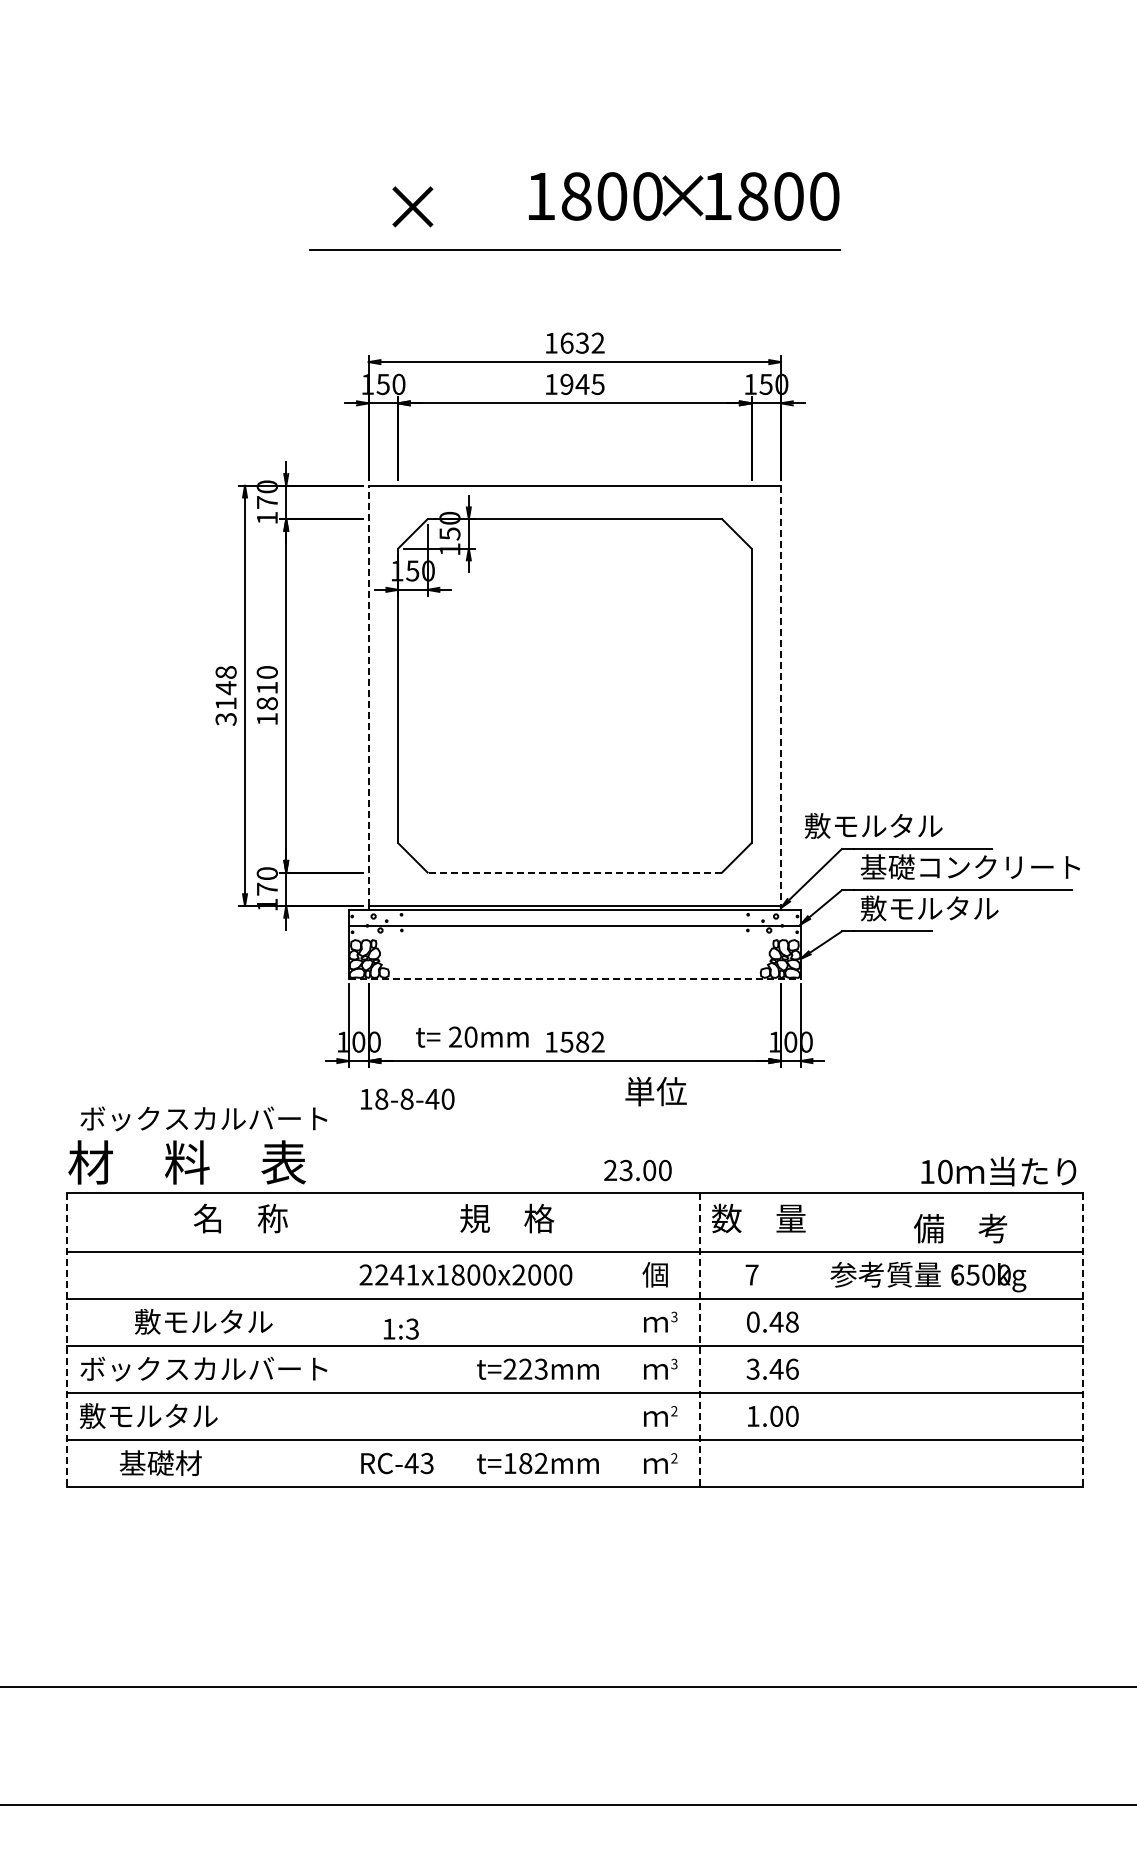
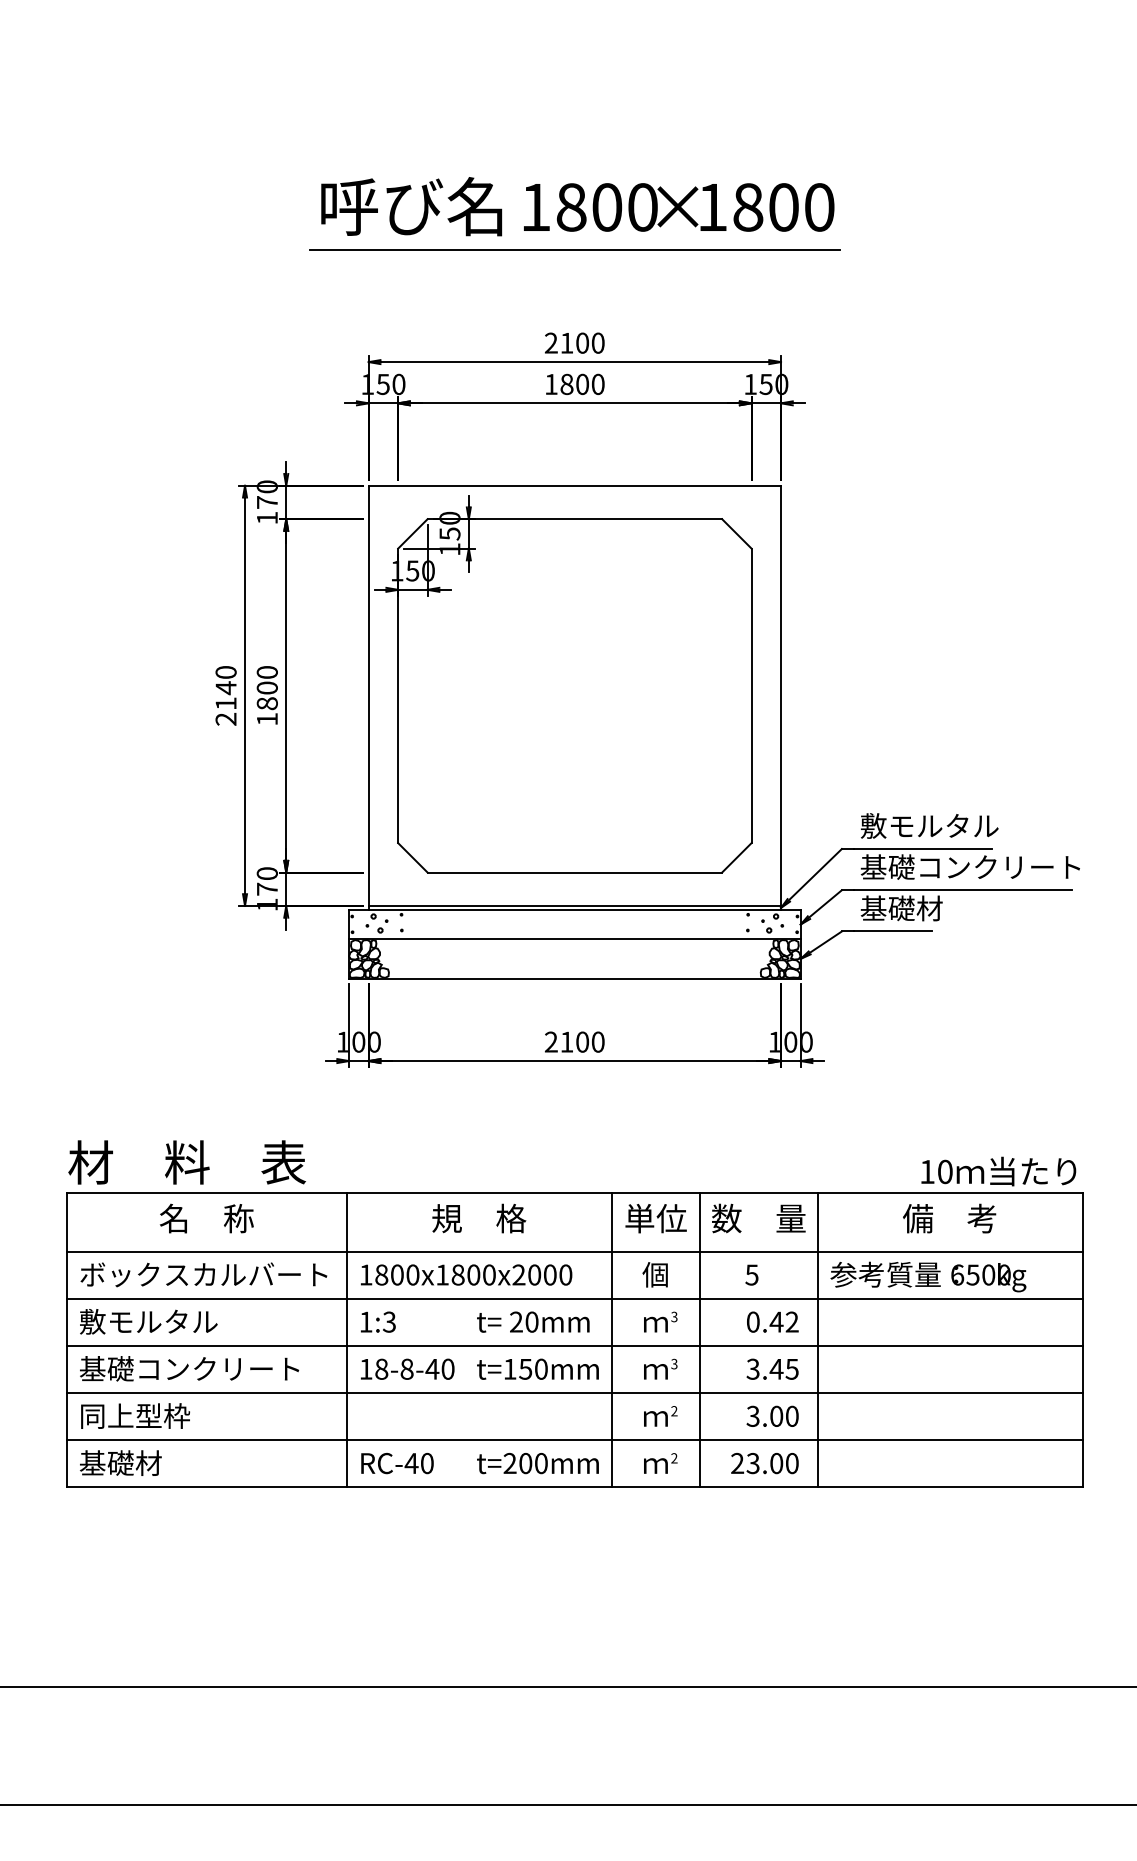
text at (684, 196) position: (684, 196) -> (679, 207)
text at (411, 206): × -> 呼び名
text at (574, 342): 1632 -> 2100
text at (582, 384): 1945 -> 1800
text at (266, 687): 1810 -> 1800
text at (226, 695): 3148 -> 2140
line at (368, 695): dashed -> solid
line at (781, 696): dashed -> solid
text at (873, 825) position: (873, 825) -> (929, 825)
line at (574, 872): dashed -> solid
text at (929, 908): 敷モルタル -> 基礎材
line at (574, 926) position: (574, 926) -> (574, 939)
line at (574, 978): dashed -> solid
text at (472, 1036) position: (472, 1036) -> (533, 1321)
text at (574, 1041): 1582 -> 2100
text at (655, 1091) position: (655, 1091) -> (655, 1218)
text at (407, 1098) position: (407, 1098) -> (407, 1368)
text at (203, 1118) position: (203, 1118) -> (203, 1274)
text at (637, 1170) position: (637, 1170) -> (764, 1463)
text at (240, 1218) position: (240, 1218) -> (206, 1218)
text at (507, 1218) position: (507, 1218) -> (479, 1218)
text at (960, 1228) position: (960, 1228) -> (949, 1218)
text at (389, 1274): 2241x1800x2000 -> 1800x1800x2000
text at (751, 1274): 7 -> 5
text at (203, 1321) position: (203, 1321) -> (148, 1321)
text at (791, 1321): 0.48 -> 0.42
text at (401, 1328) position: (401, 1328) -> (378, 1321)
line at (346, 1339): none -> present
line at (611, 1339): none -> present
line at (817, 1339): none -> present
line at (66, 1340): dashed -> solid
line at (700, 1340): dashed -> solid
line at (1082, 1340): dashed -> solid
text at (203, 1368): ボックスカルバート -> 基礎コンクリート
text at (525, 1368): t=223mm -> t=150mm
text at (791, 1368): 3.46 -> 3.45
text at (148, 1415): 敷モルタル -> 同上型枠
text at (752, 1415): 1.00 -> 3.00
text at (160, 1462) position: (160, 1462) -> (120, 1462)
text at (426, 1463): RC-43 -> RC-40
text at (525, 1463): t=182mm -> t=200mm
